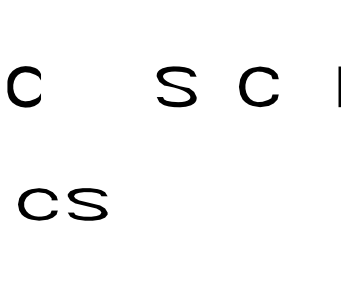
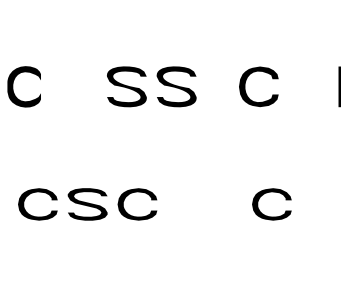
fill at (126, 86): none -> present
part at (137, 192): none -> present
fill at (271, 204): none -> present
